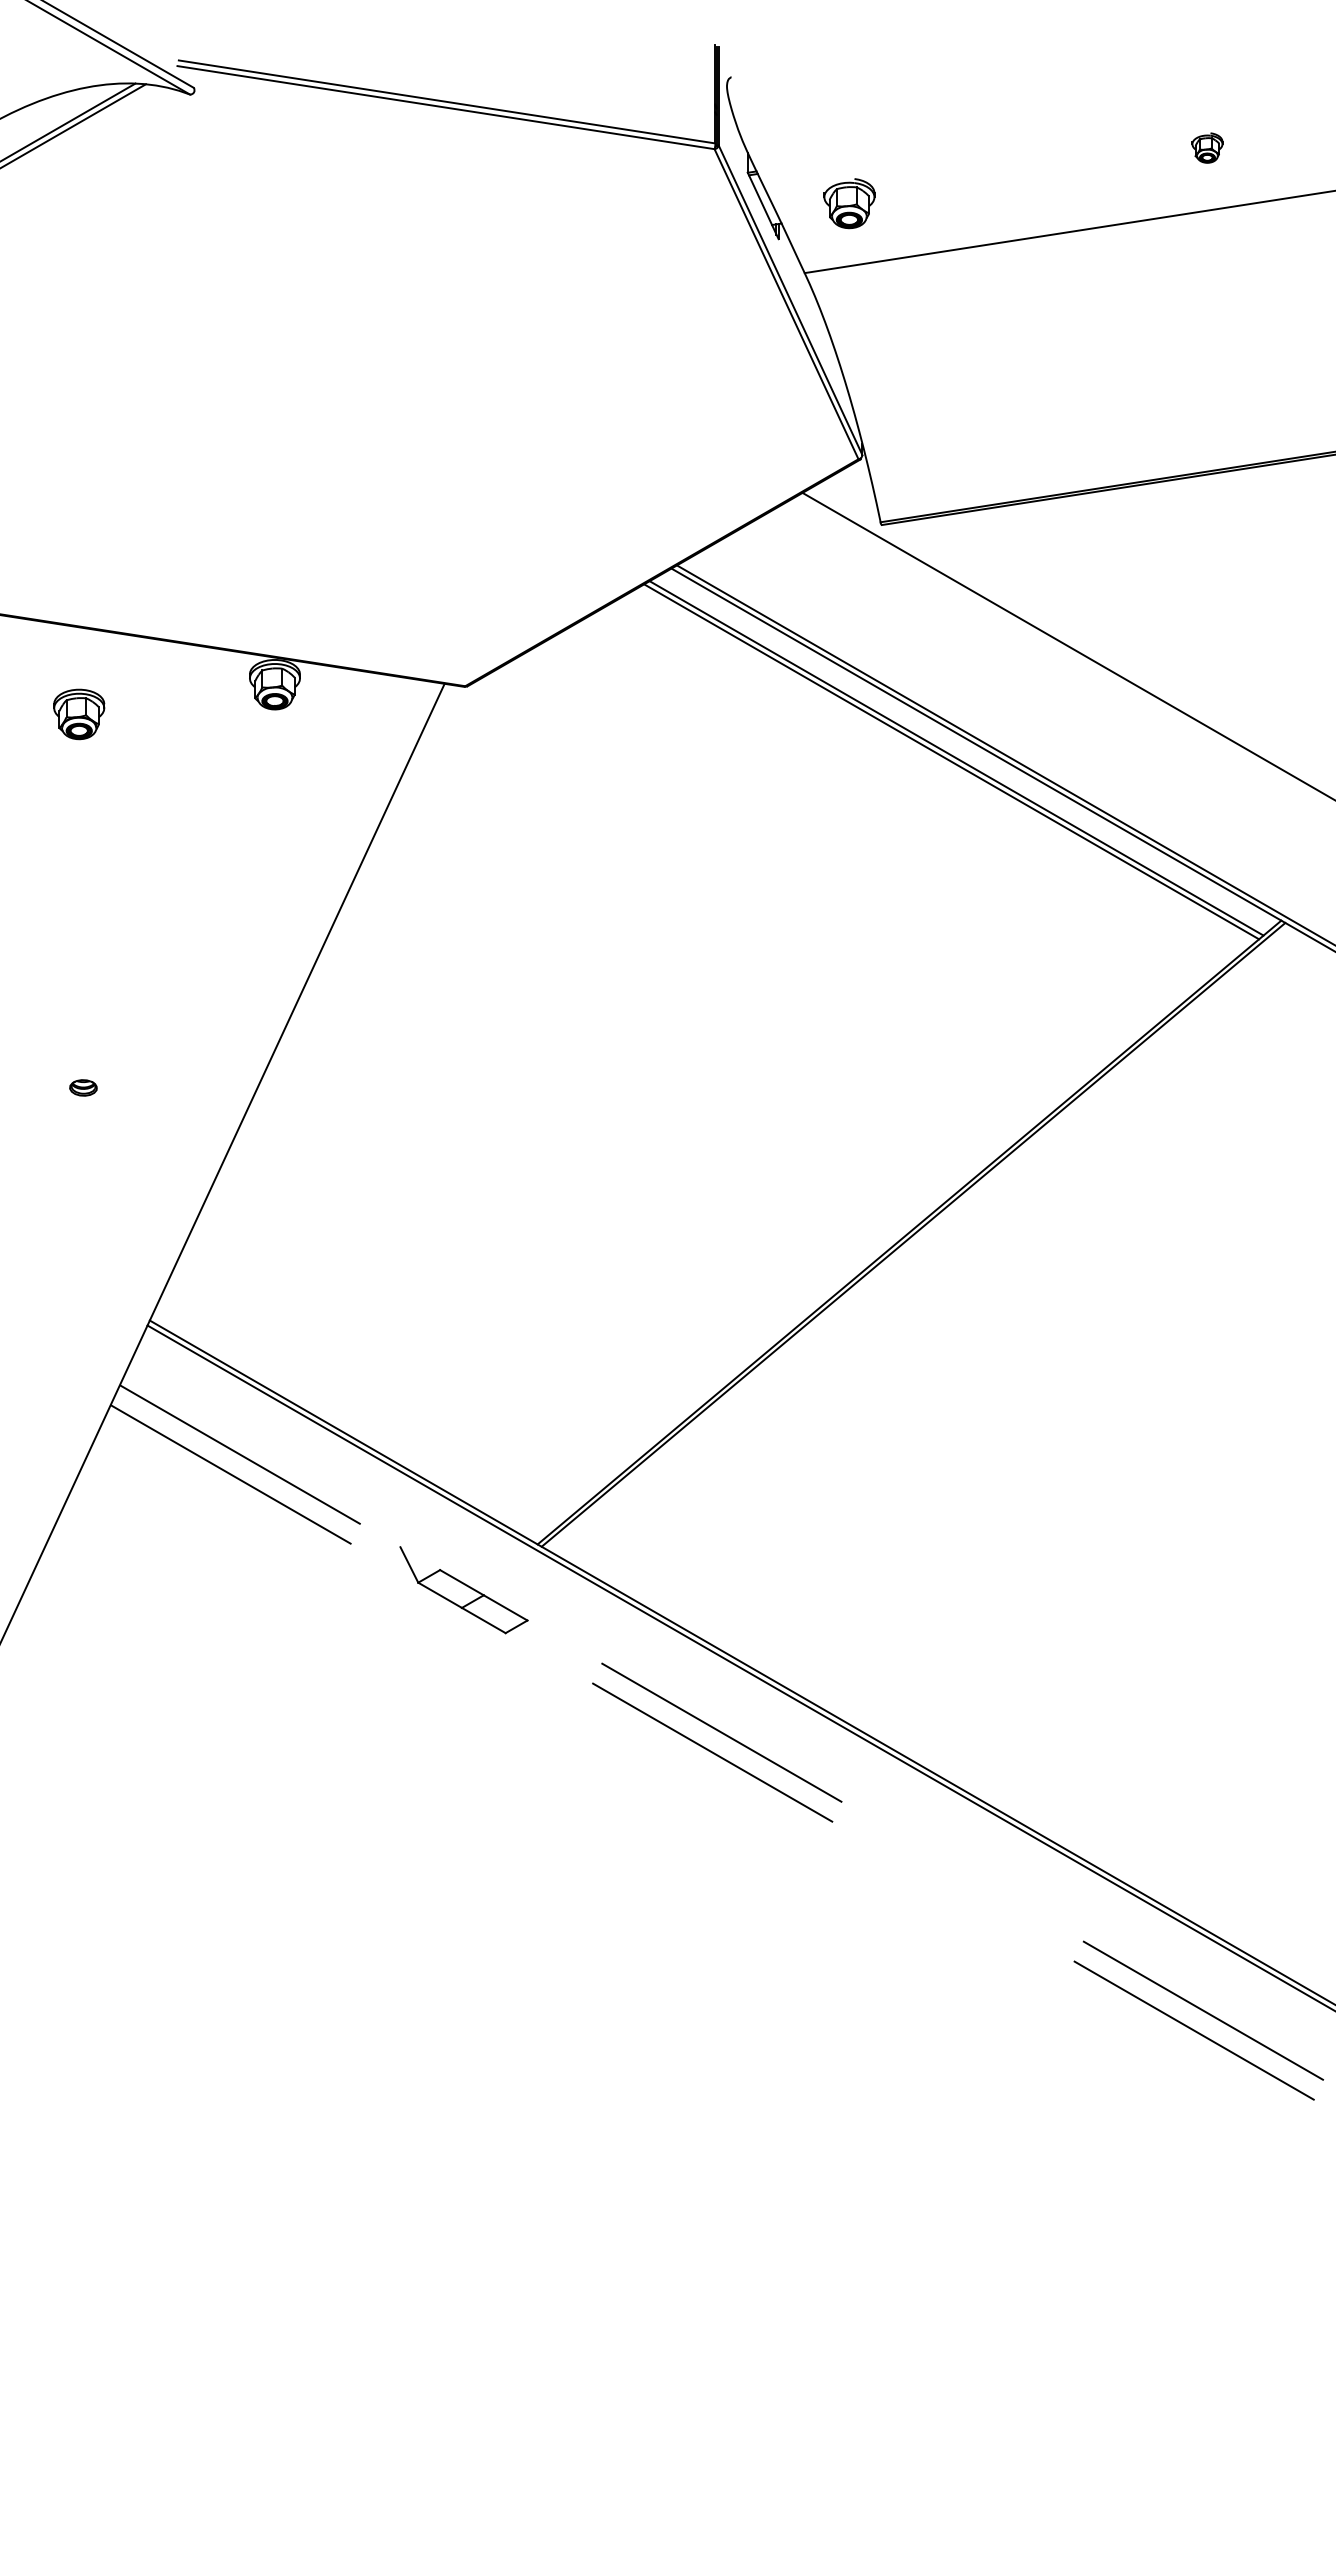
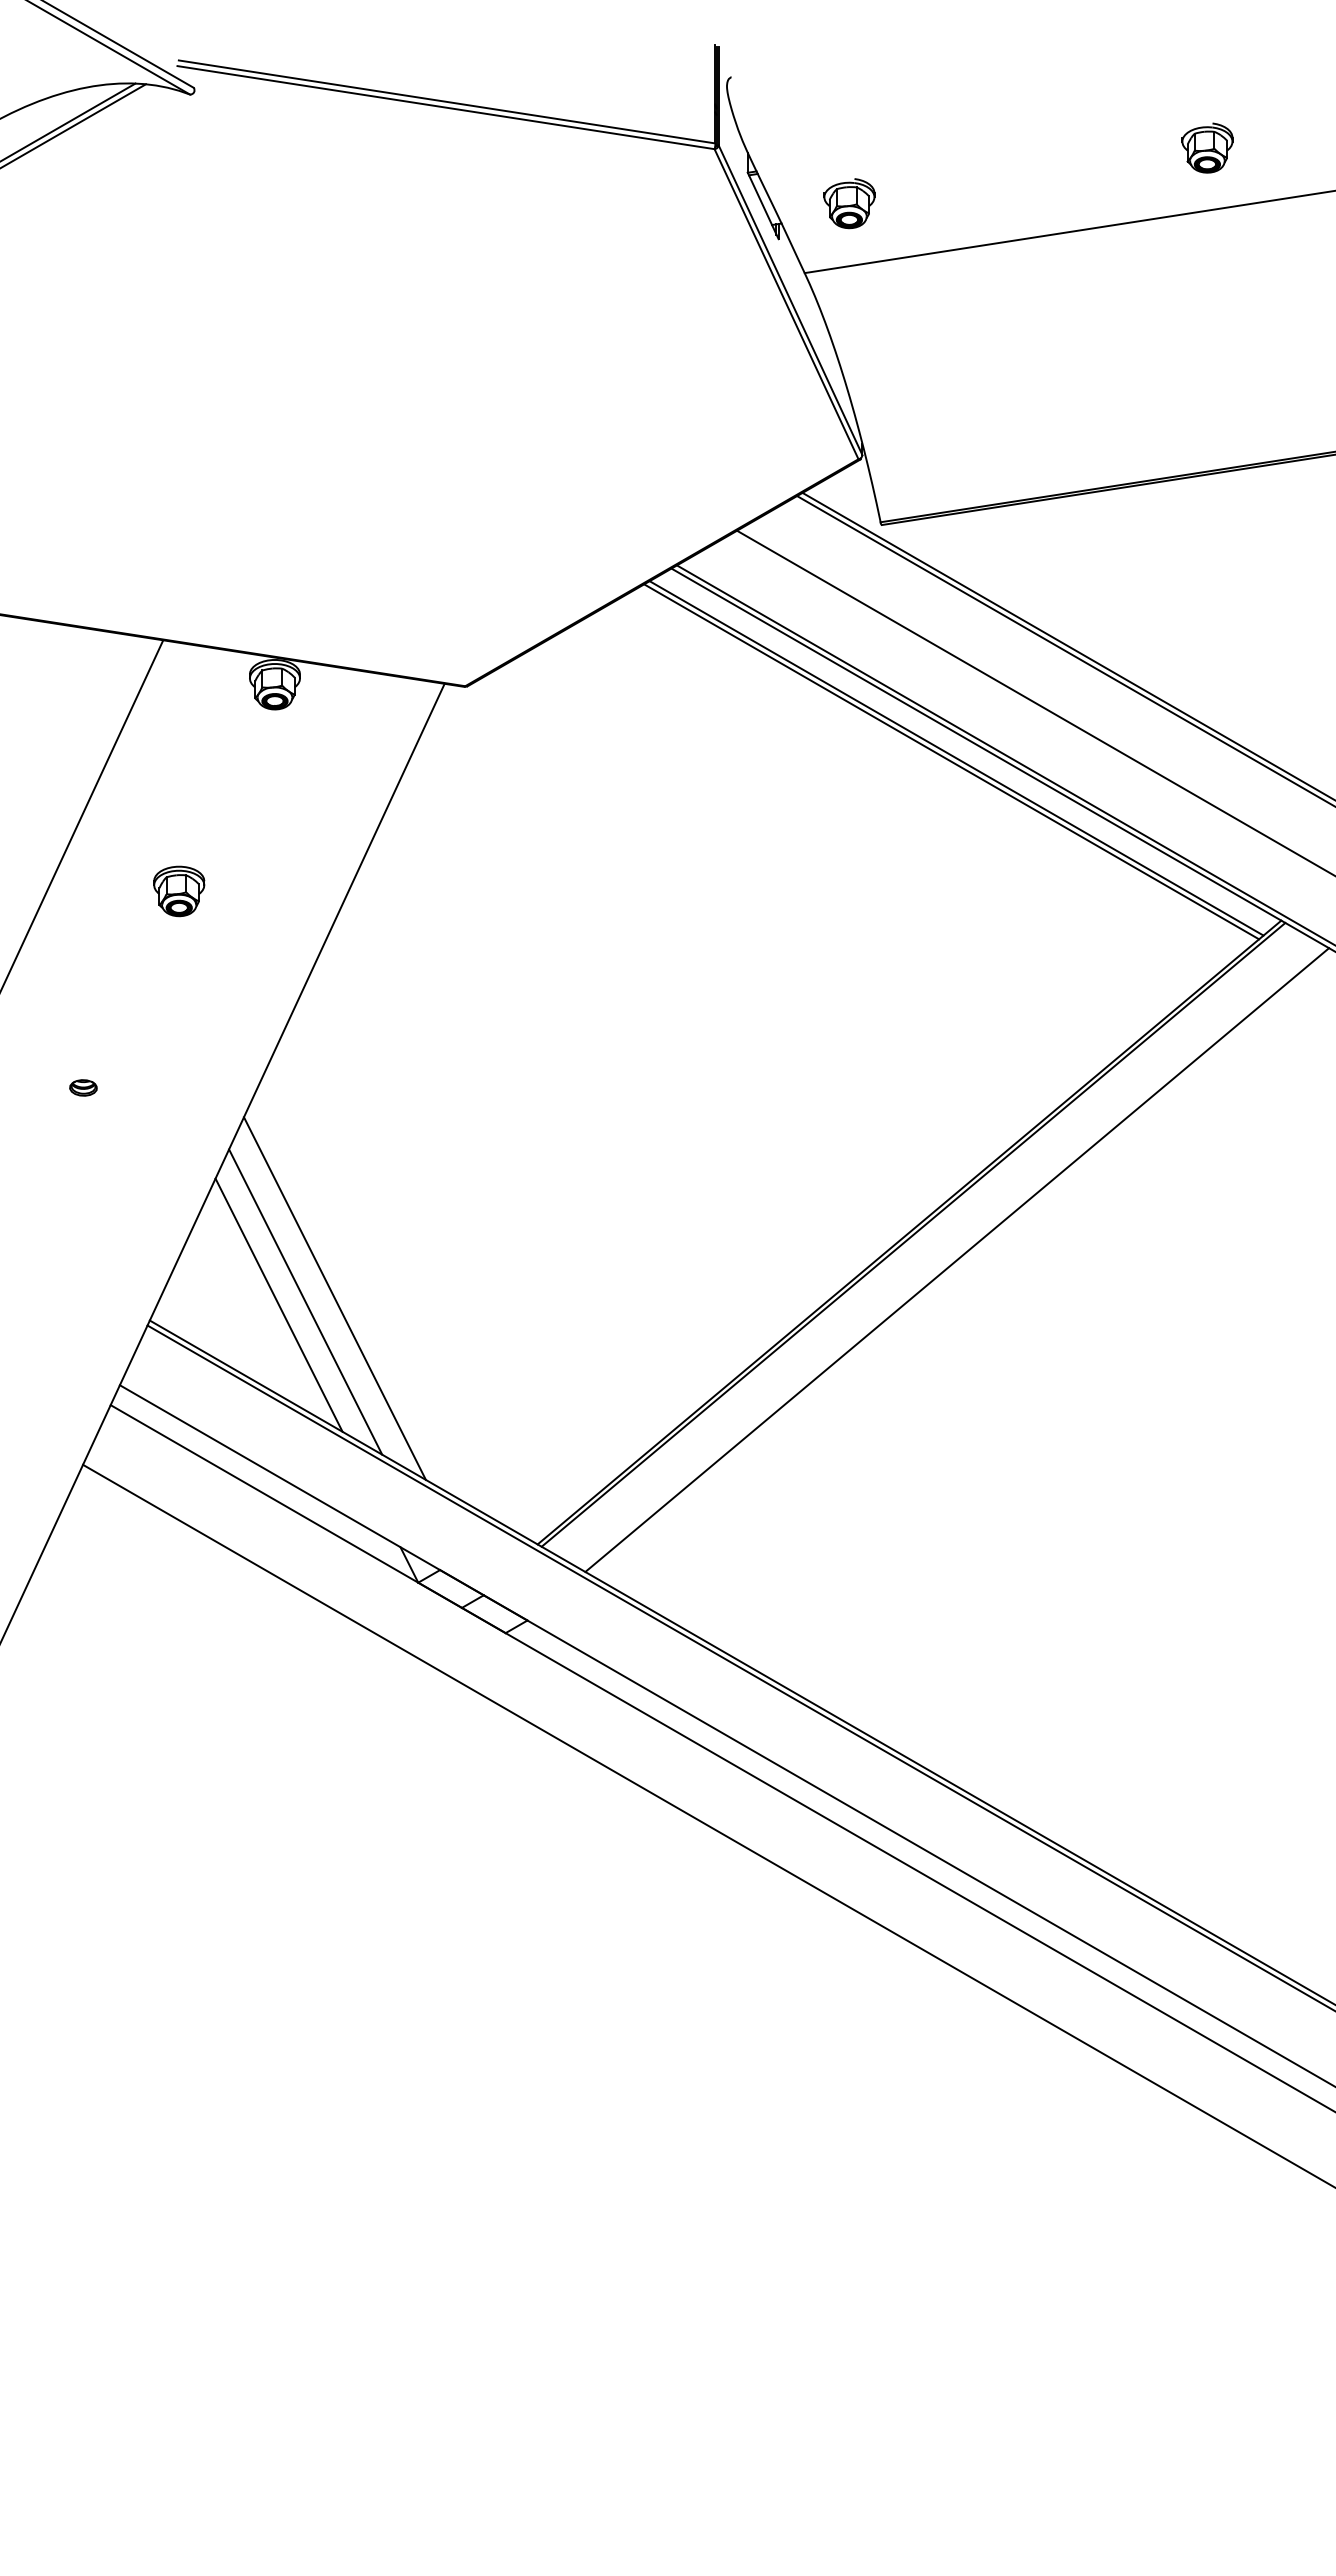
part at (1207, 147) size: 33x32 px -> 53x52 px
line at (1064, 650): none -> present
line at (1034, 702): none -> present
part at (79, 714) position: (79, 714) -> (179, 891)
line at (82, 813): none -> present
line at (957, 1259): none -> present
line at (334, 1298): none -> present
line at (305, 1301): none -> present
line at (278, 1304): none -> present
line at (727, 1736): dashed -> solid
line at (723, 1759): dashed -> solid
line at (707, 1825): none -> present
